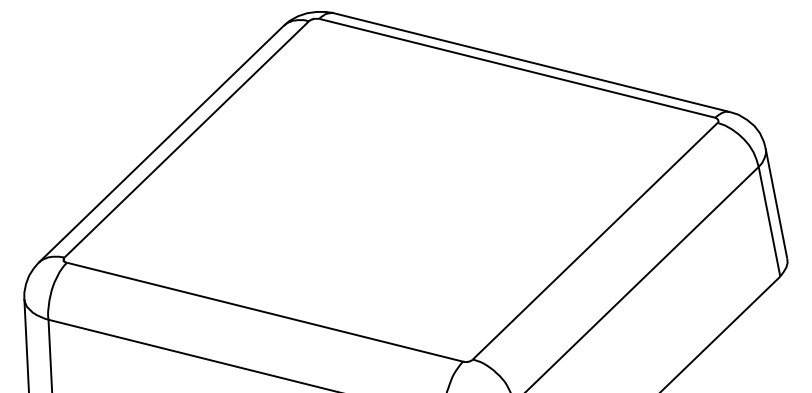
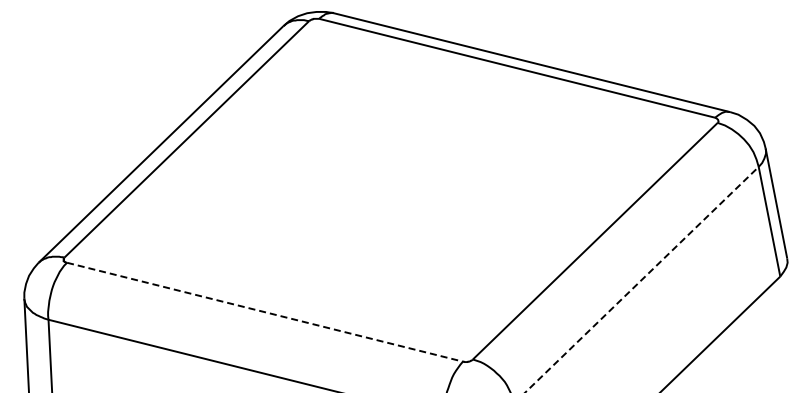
line at (642, 279): solid -> dashed
line at (265, 312): solid -> dashed
